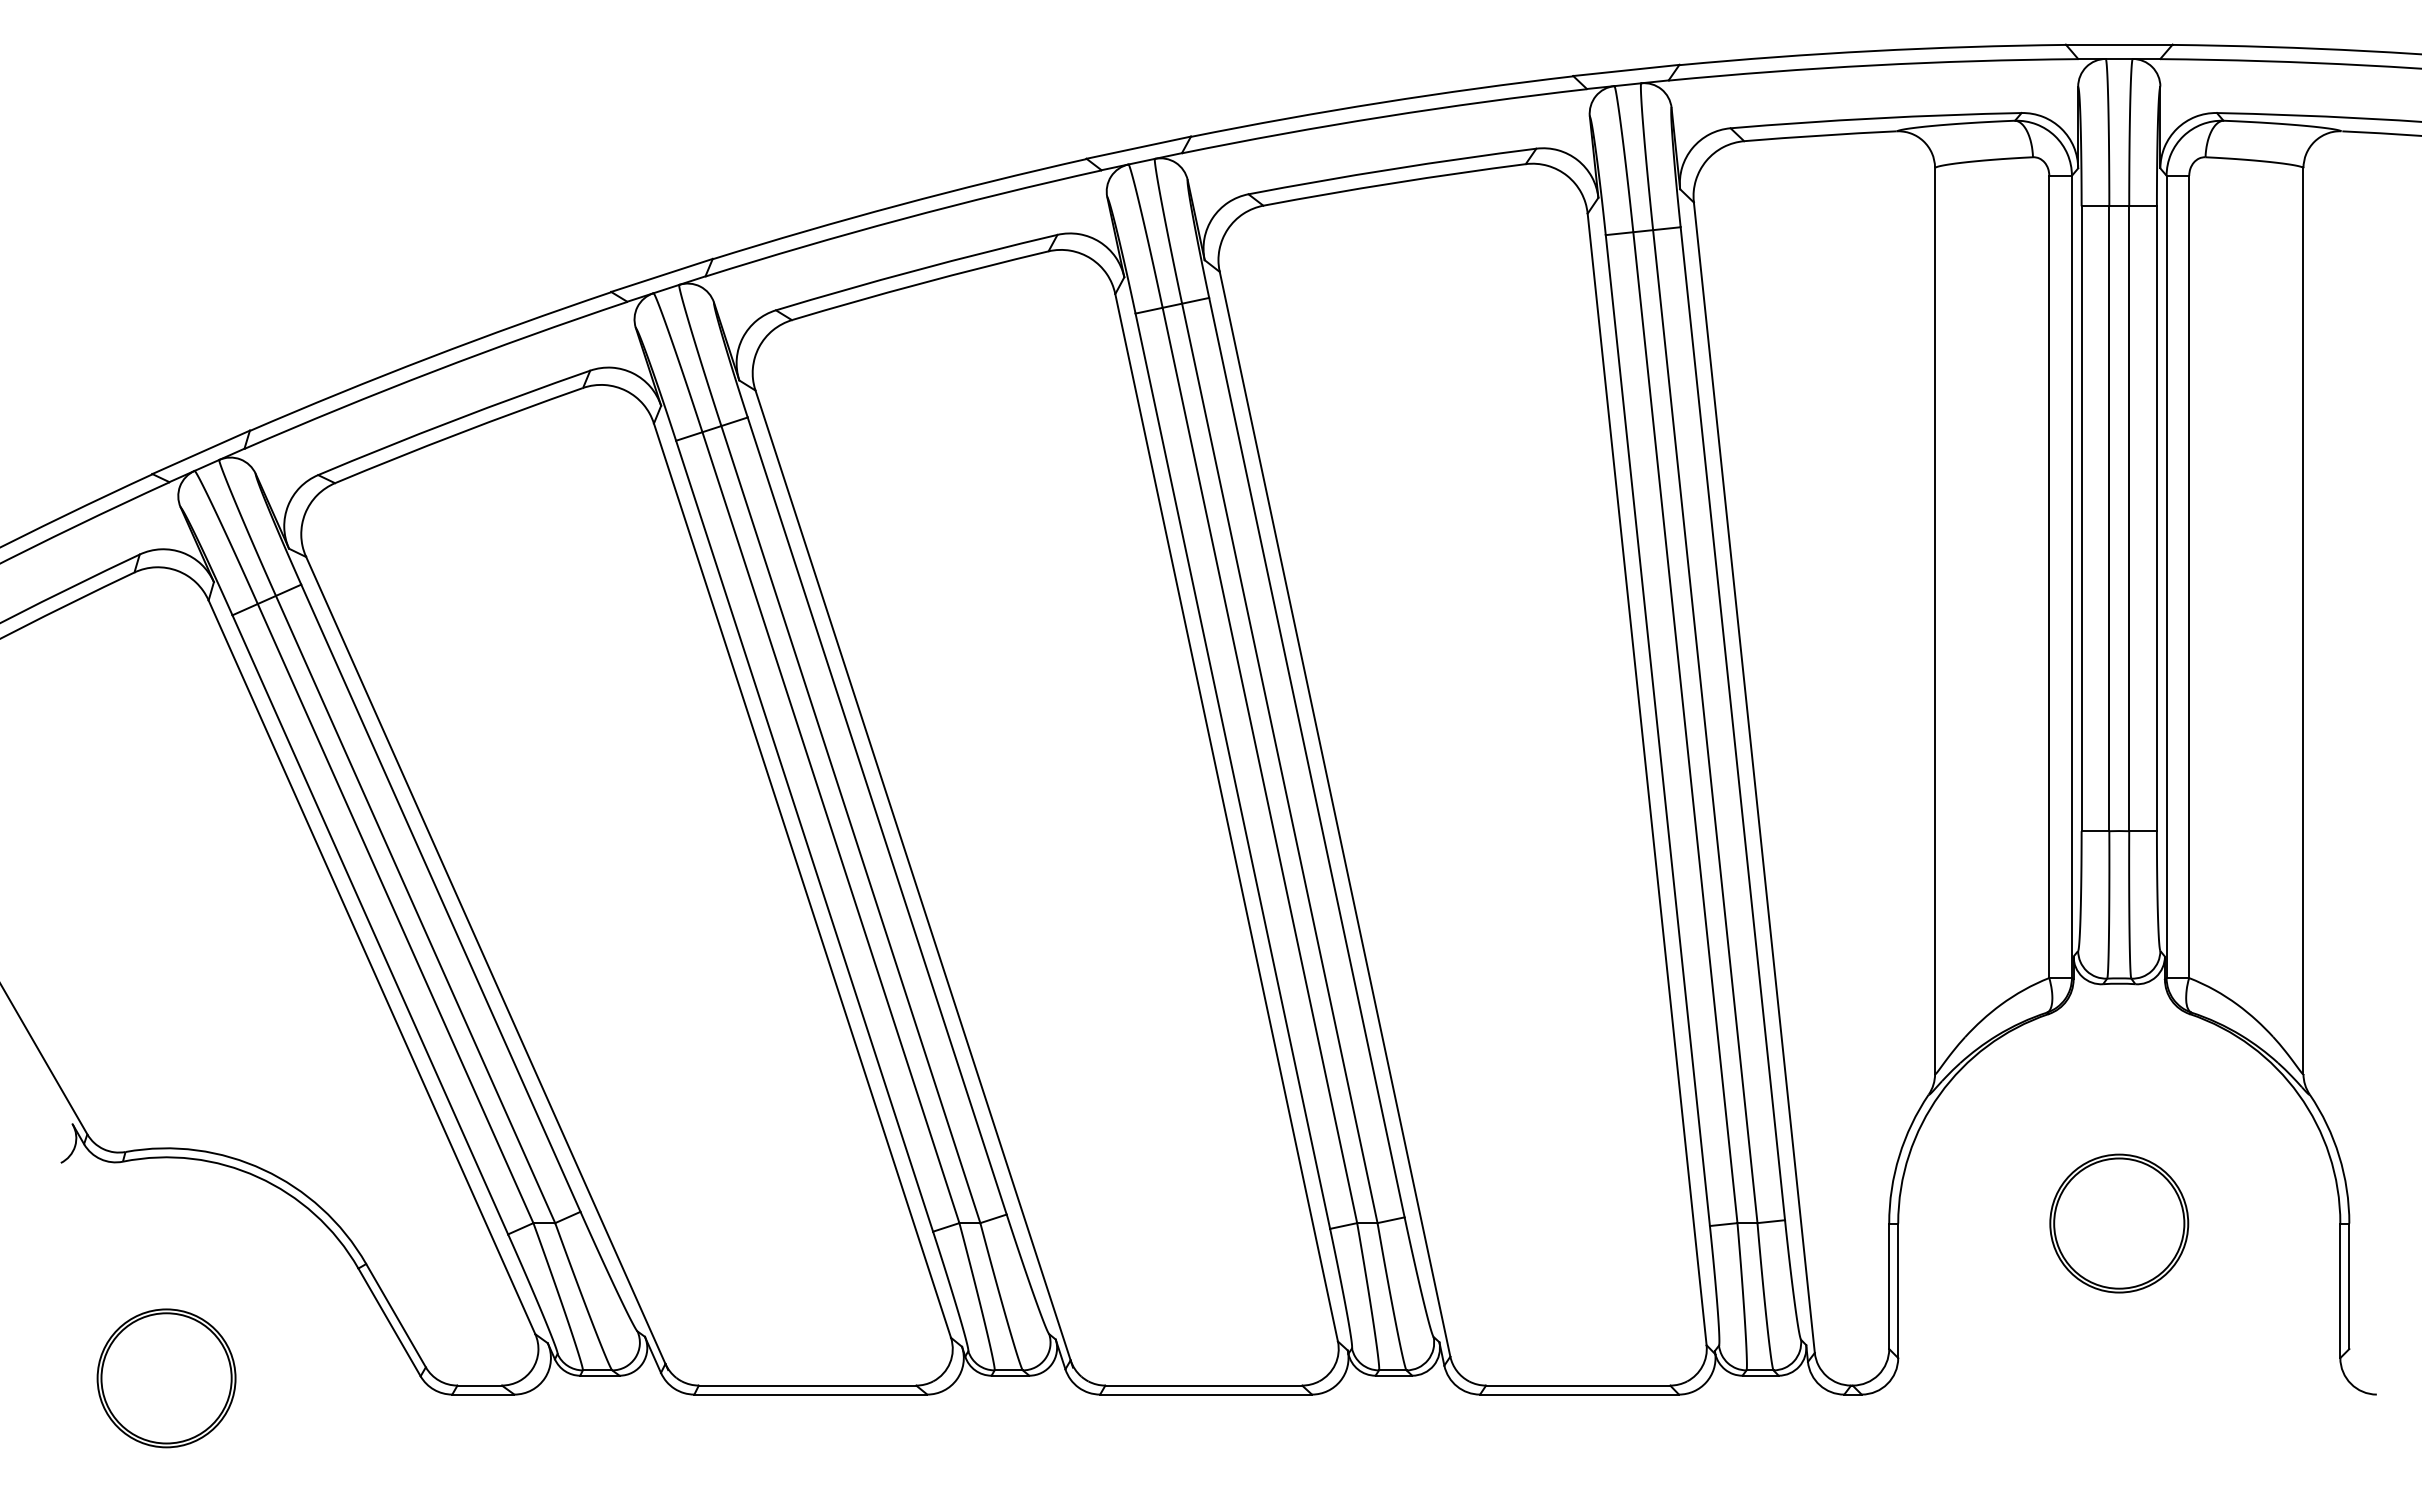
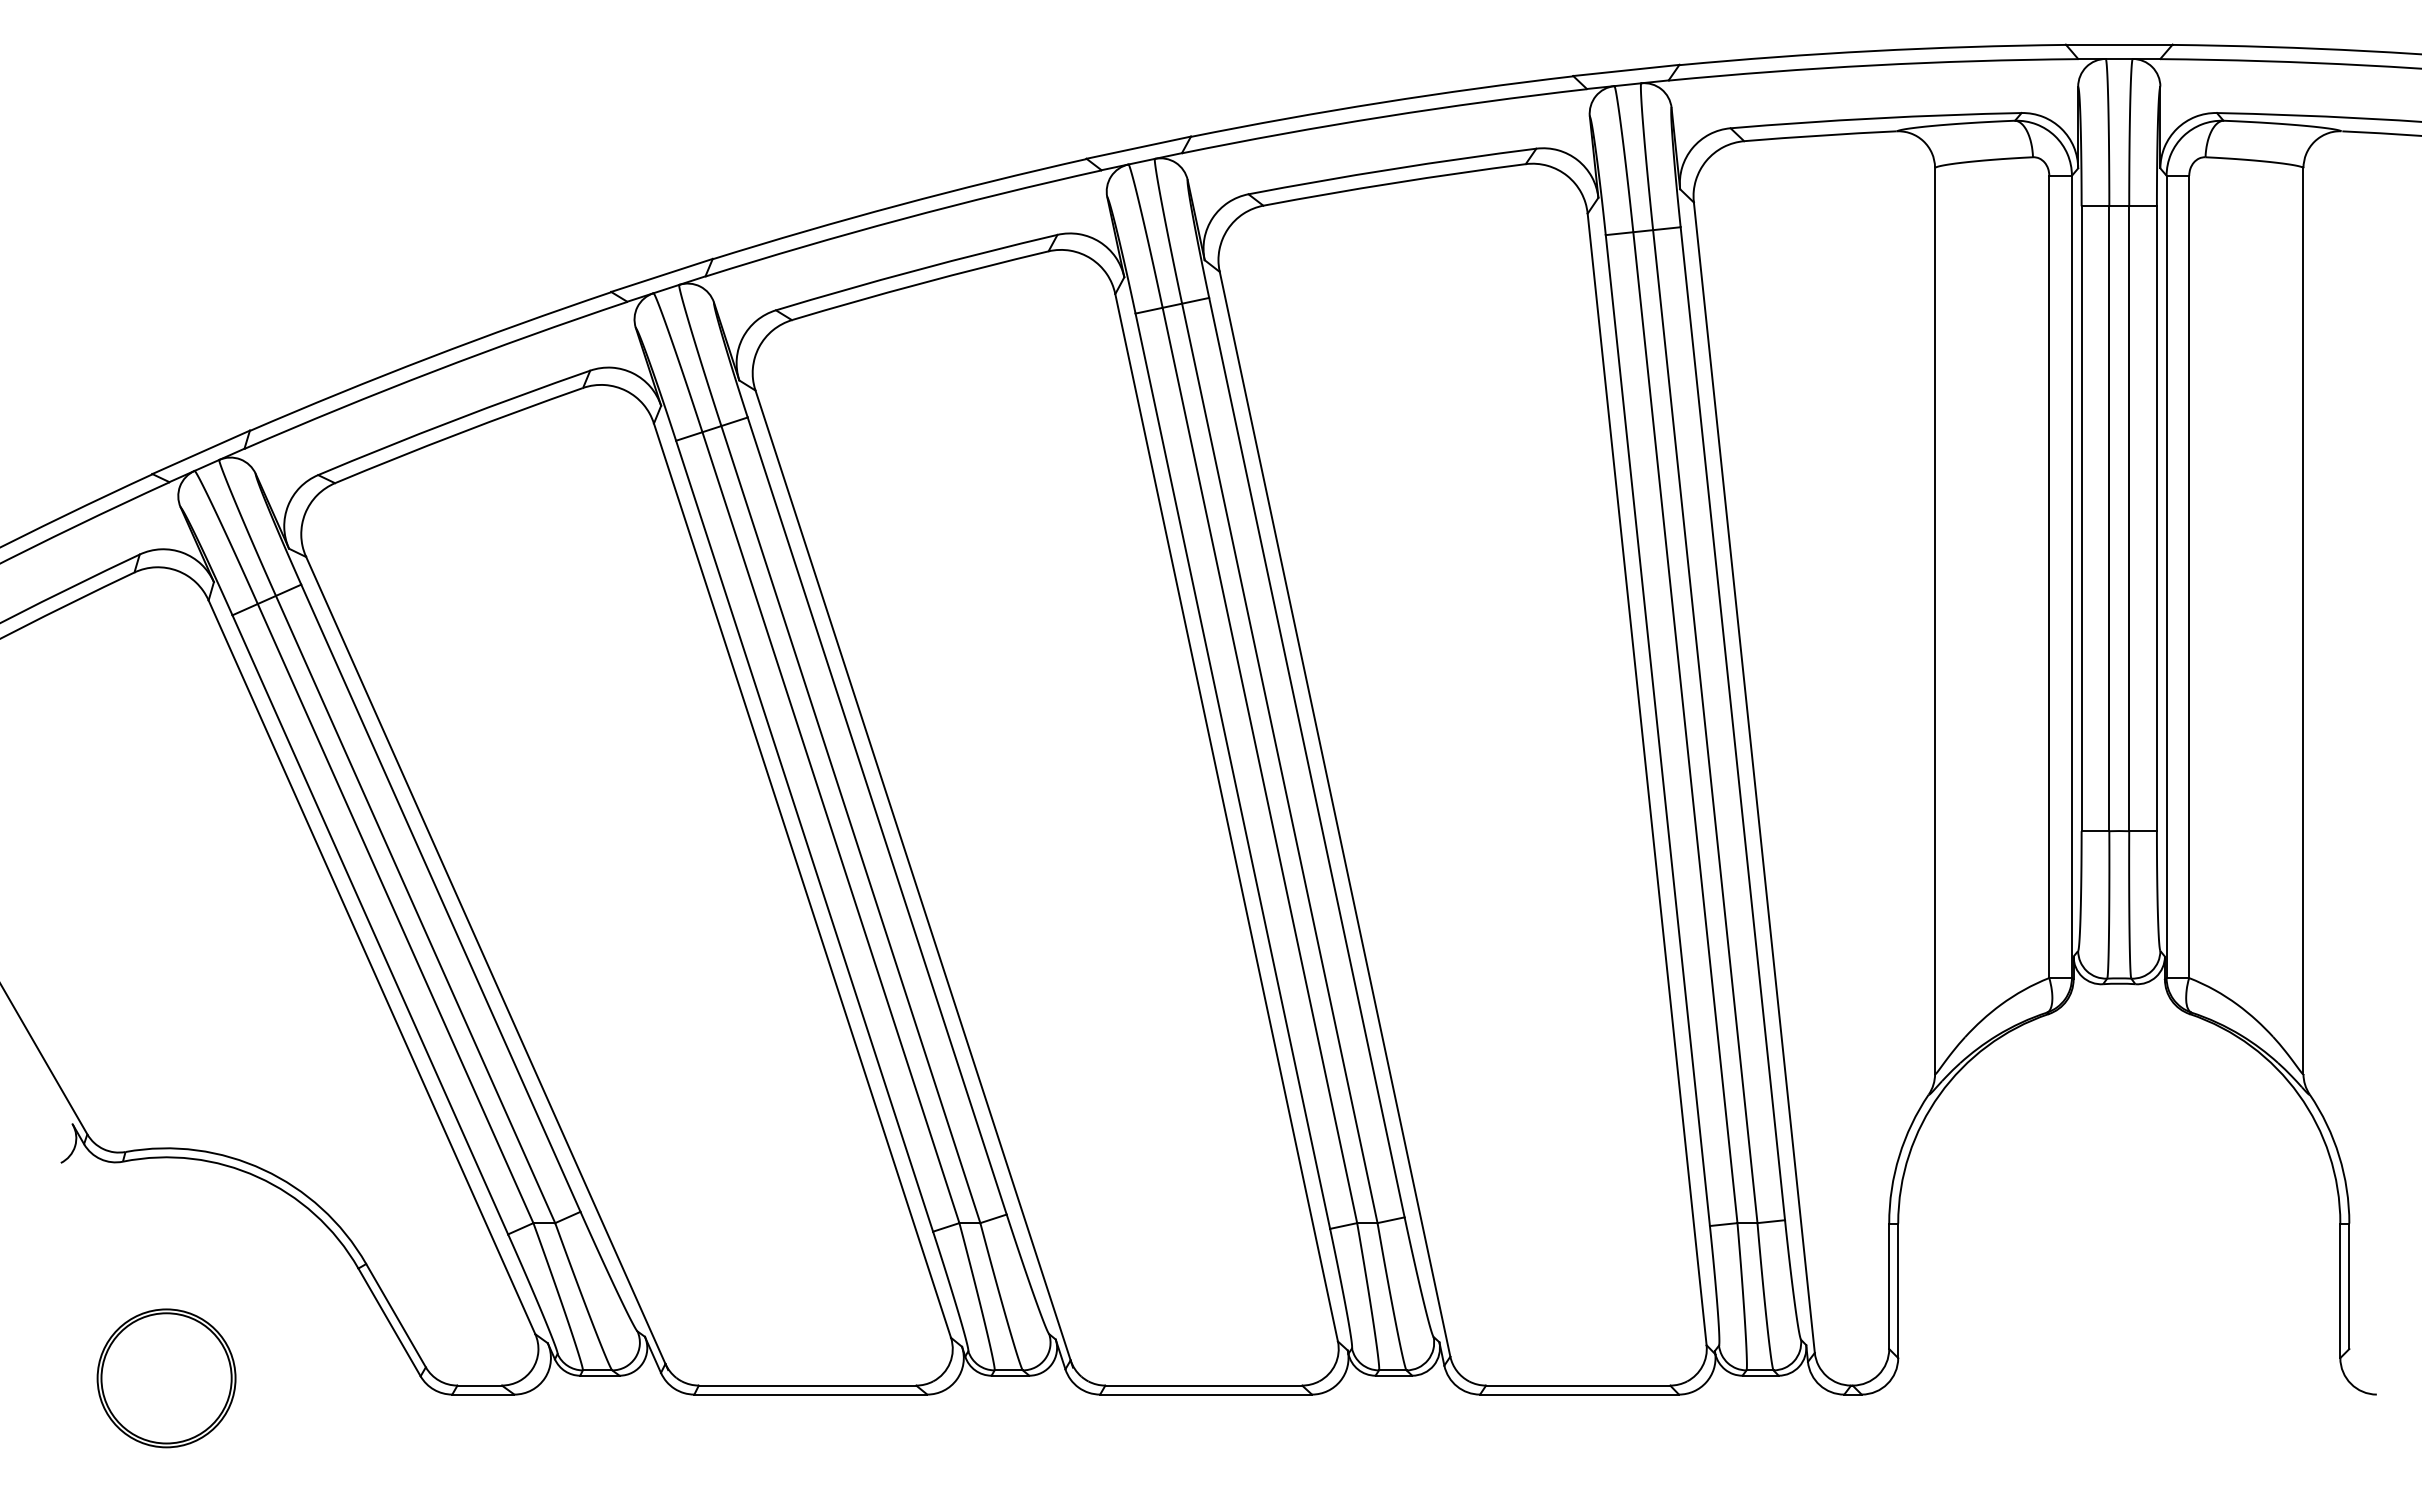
part at (2119, 1223): present -> none
